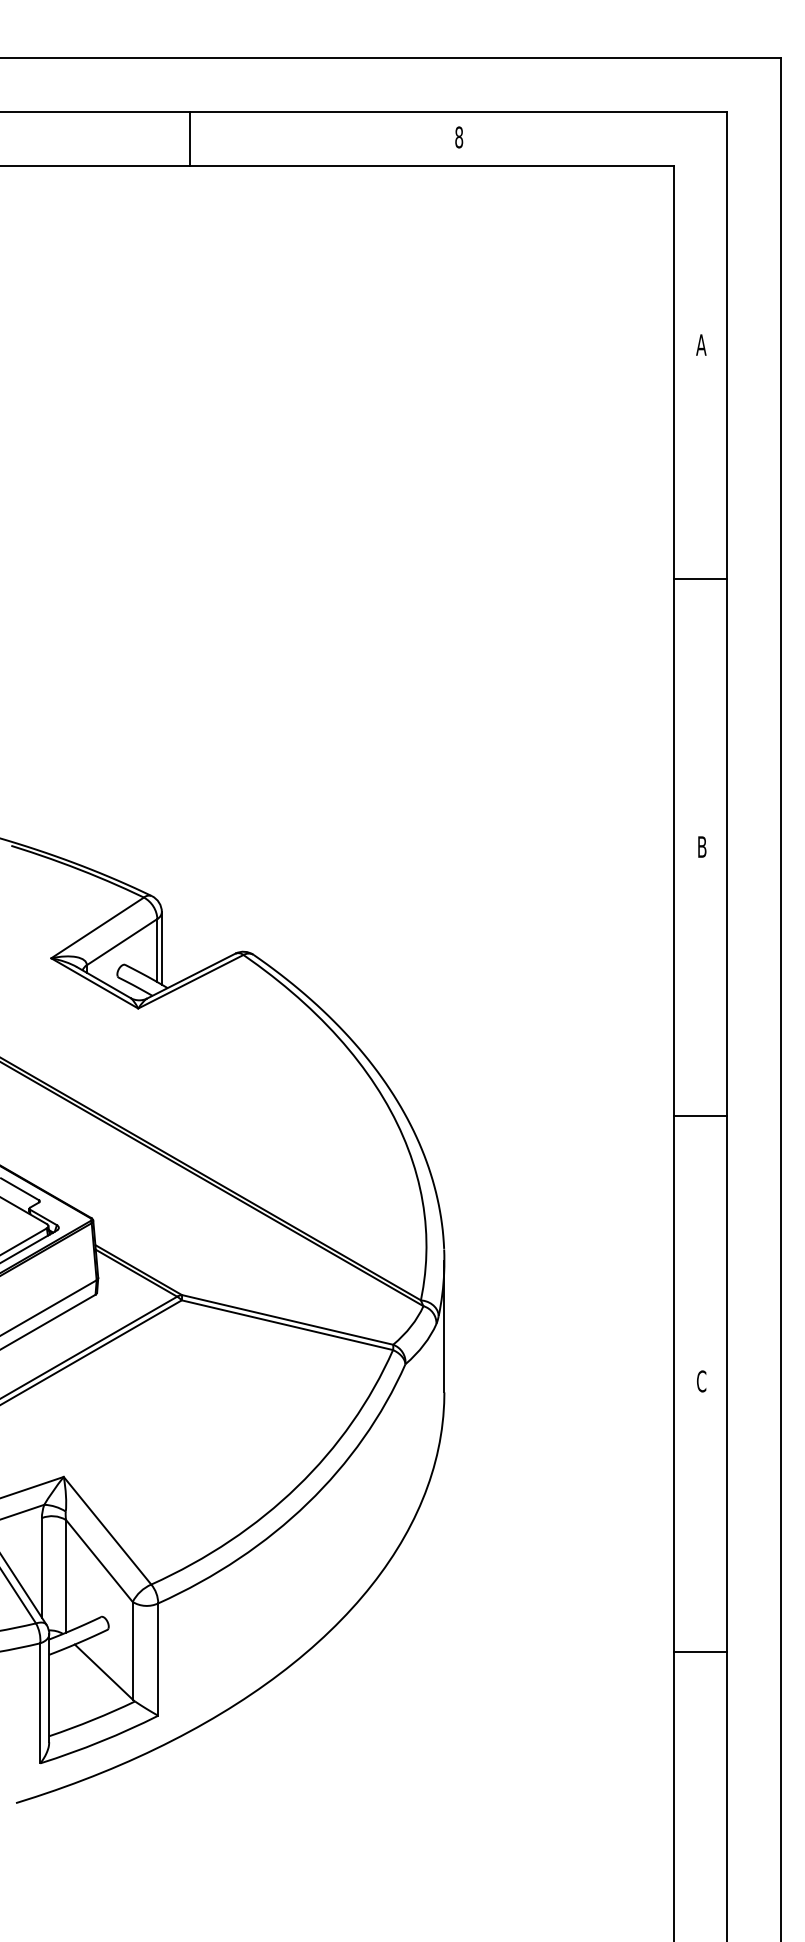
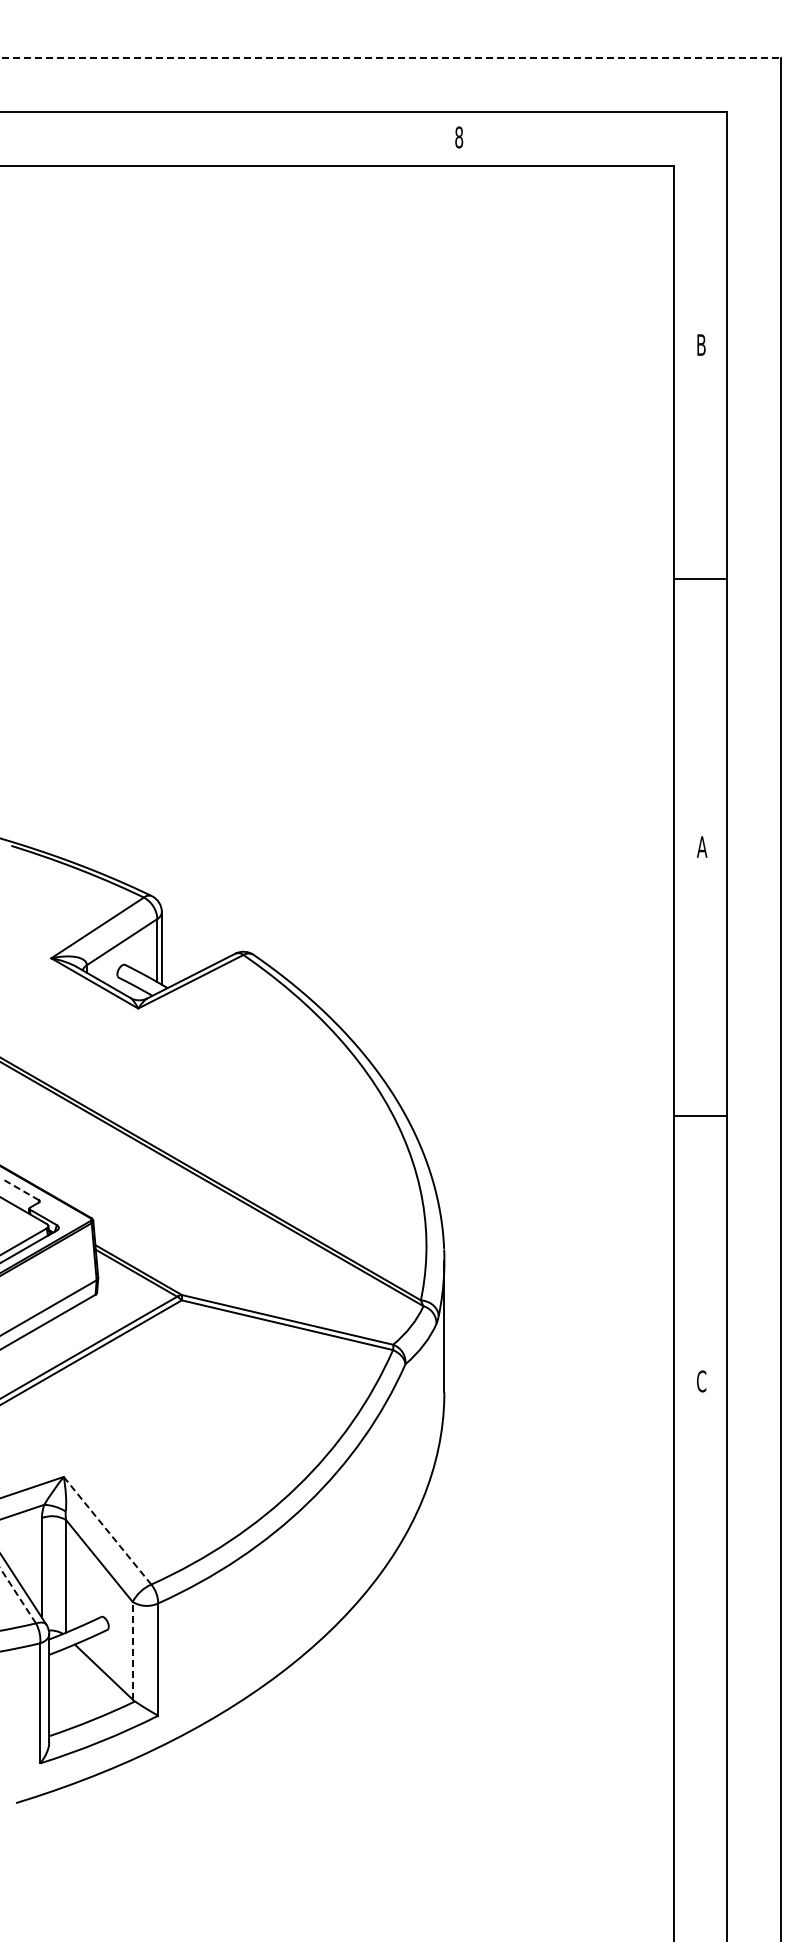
line at (390, 58): solid -> dashed
line at (190, 138): present -> none
text at (701, 344): A -> B
text at (702, 846): B -> A
line at (20, 1189): solid -> dashed
line at (107, 1531): solid -> dashed
line at (18, 1595): solid -> dashed
line at (132, 1650): solid -> dashed
line at (700, 1652): present -> none
